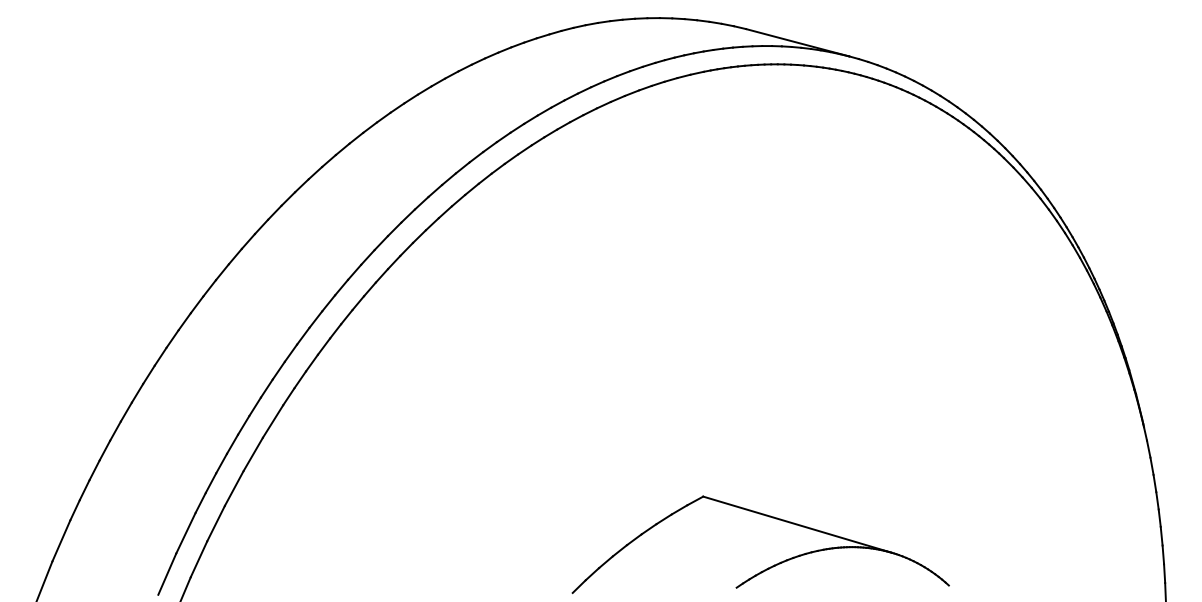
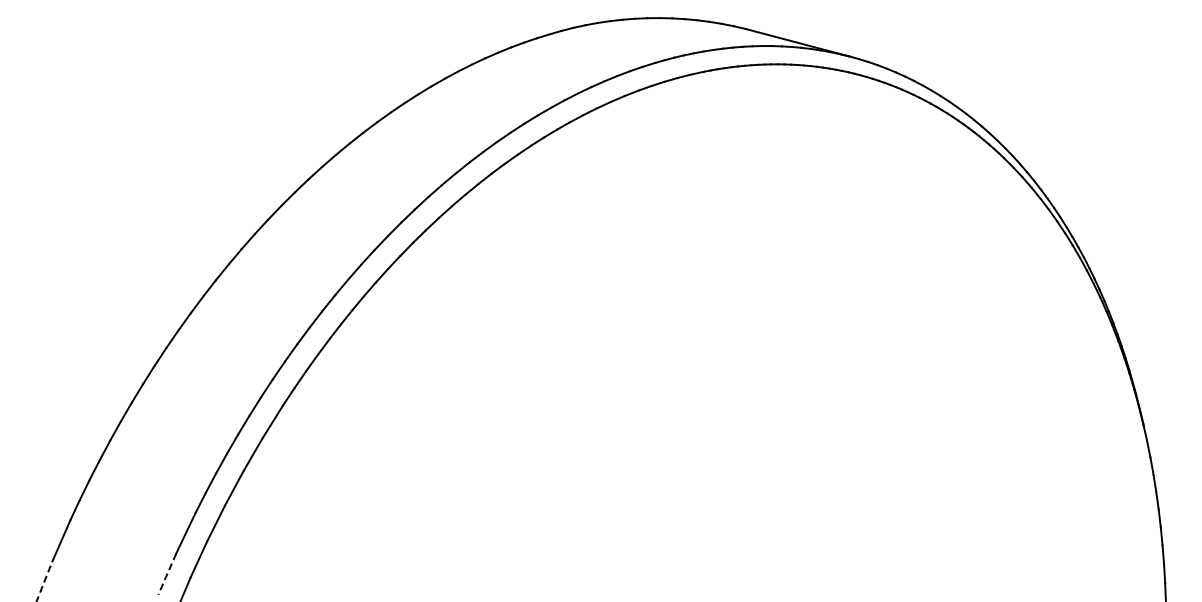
part at (770, 566): present -> none
line at (167, 574): solid -> dashed
line at (44, 581): solid -> dashed
